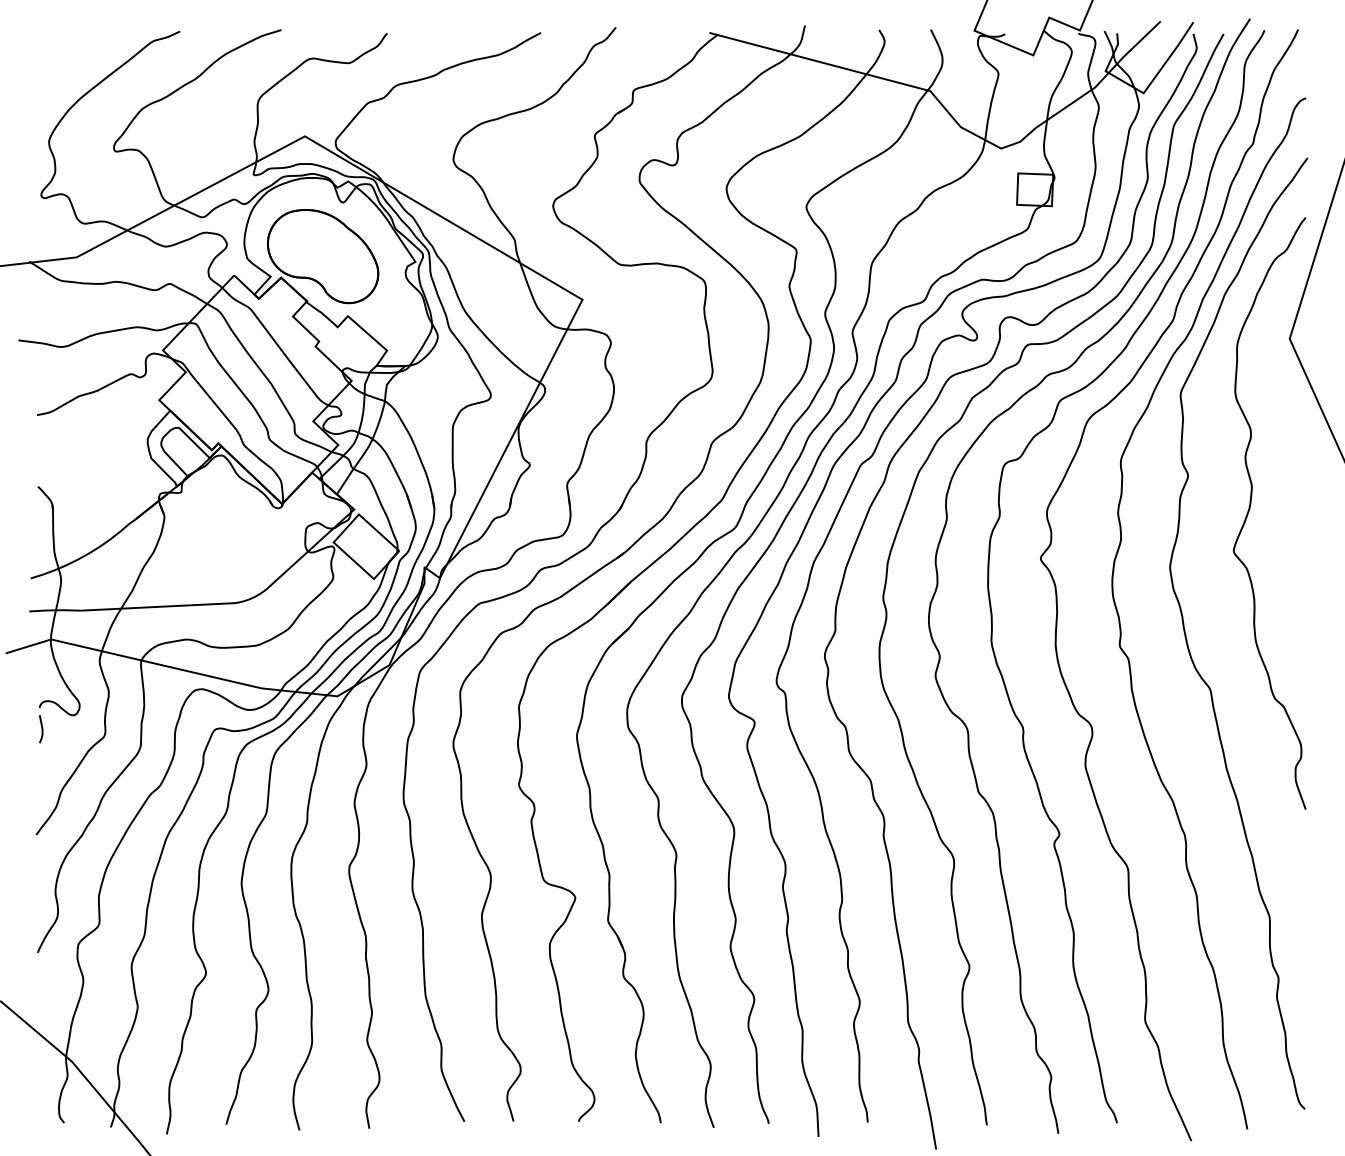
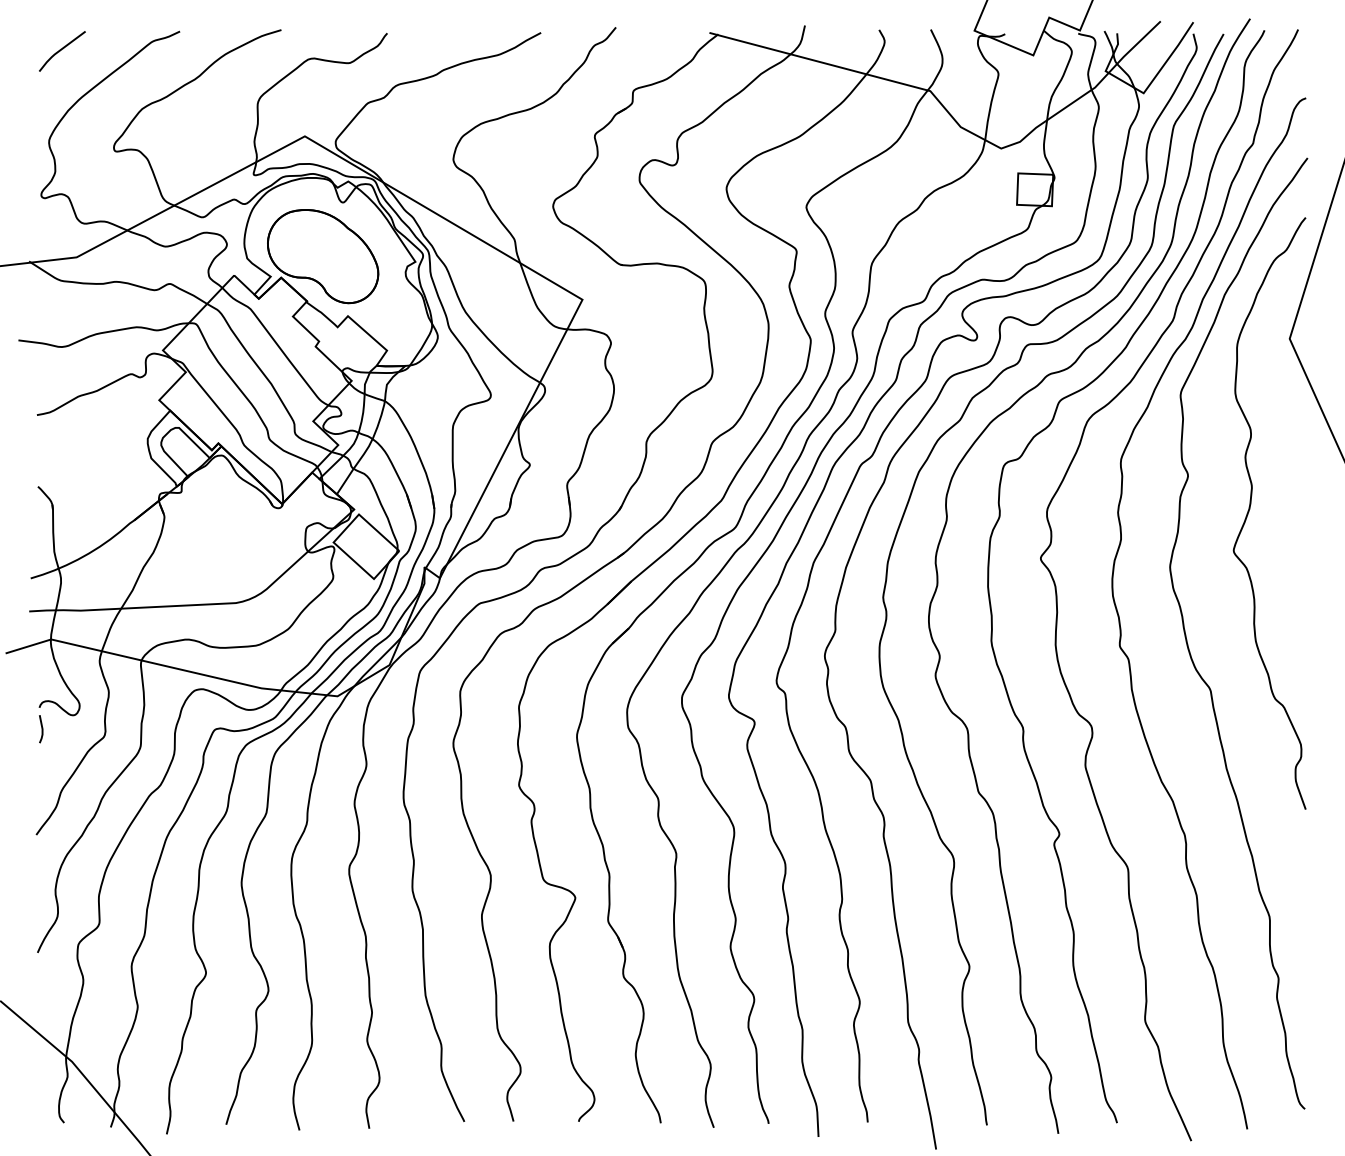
line at (61, 50): none -> present
